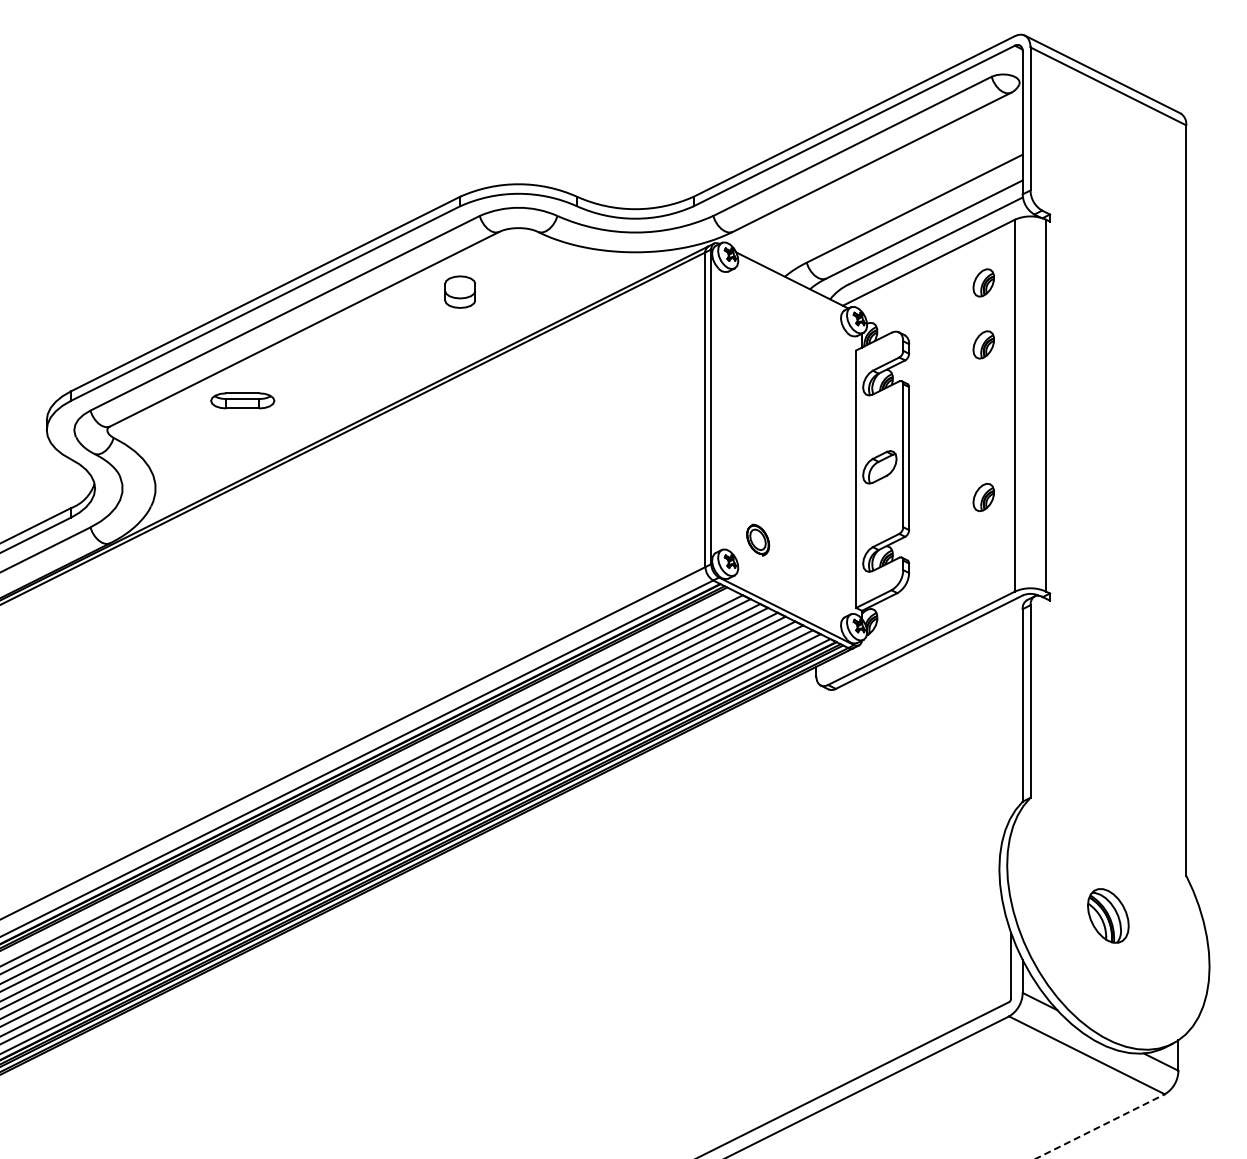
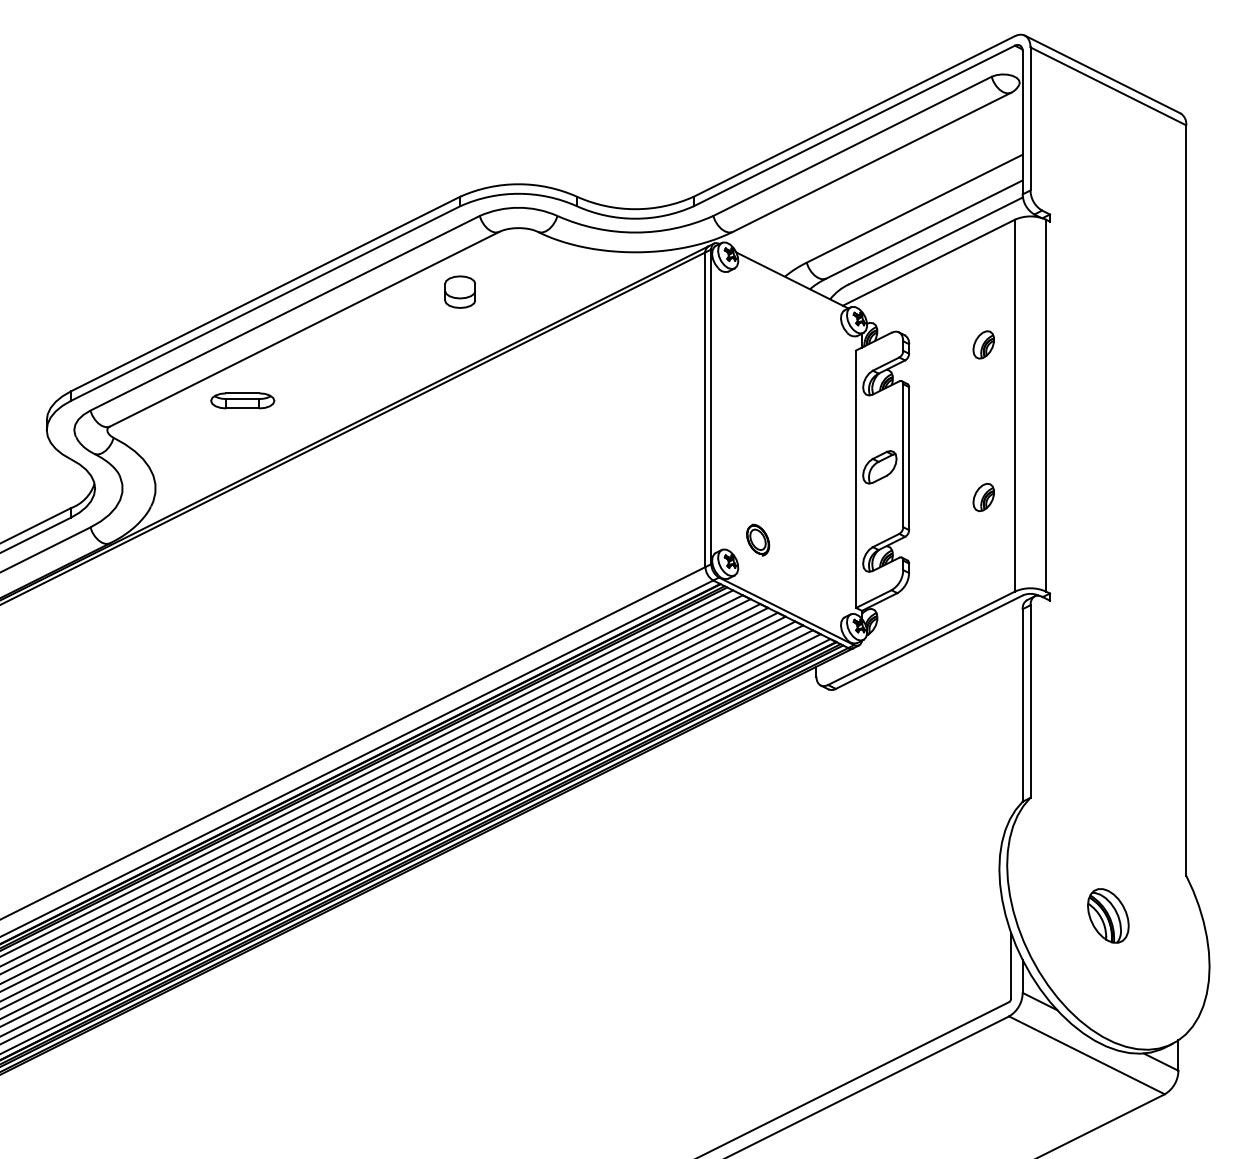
part at (983, 282): present -> none
line at (367, 772): none -> present
line at (1100, 1126): dashed -> solid
